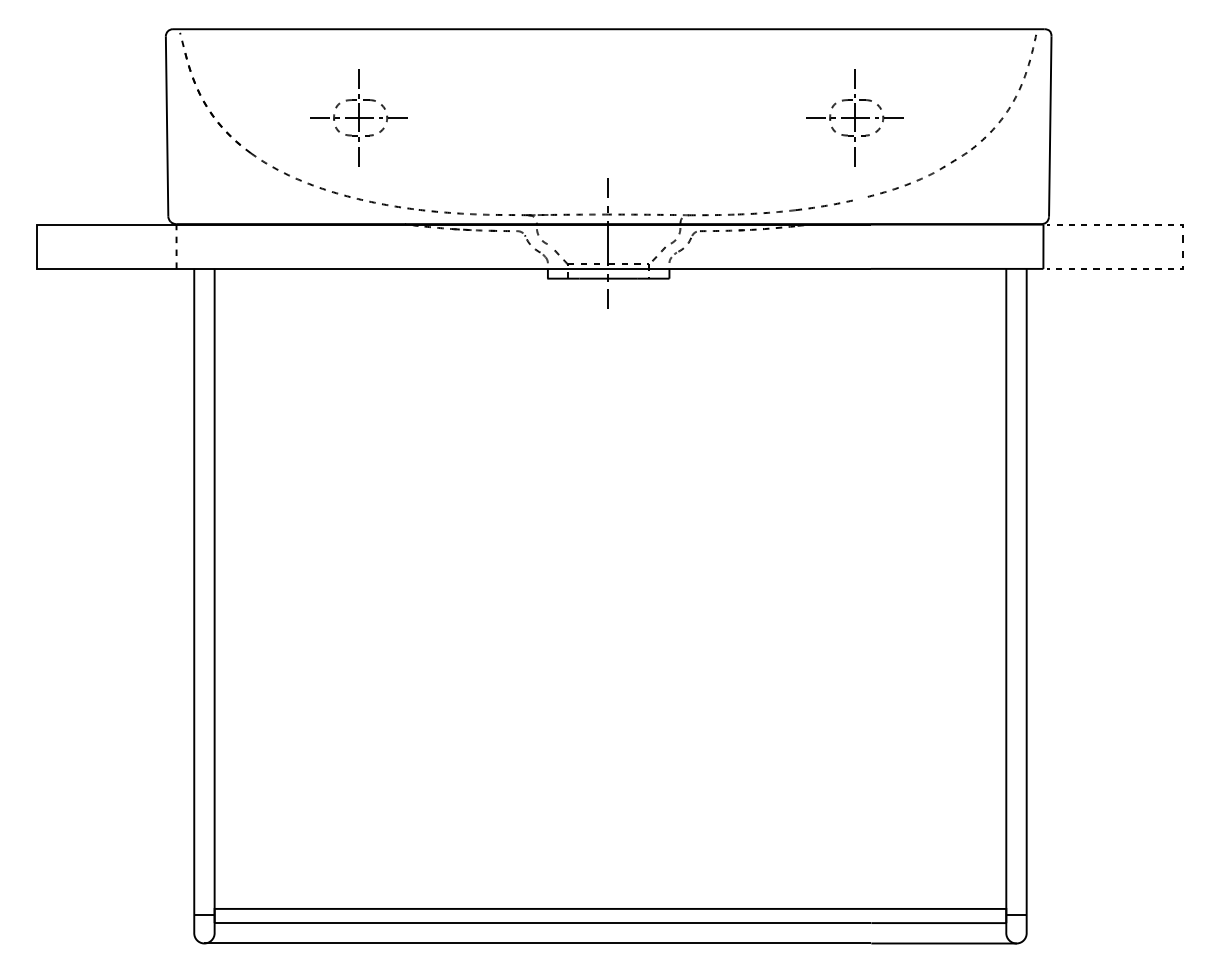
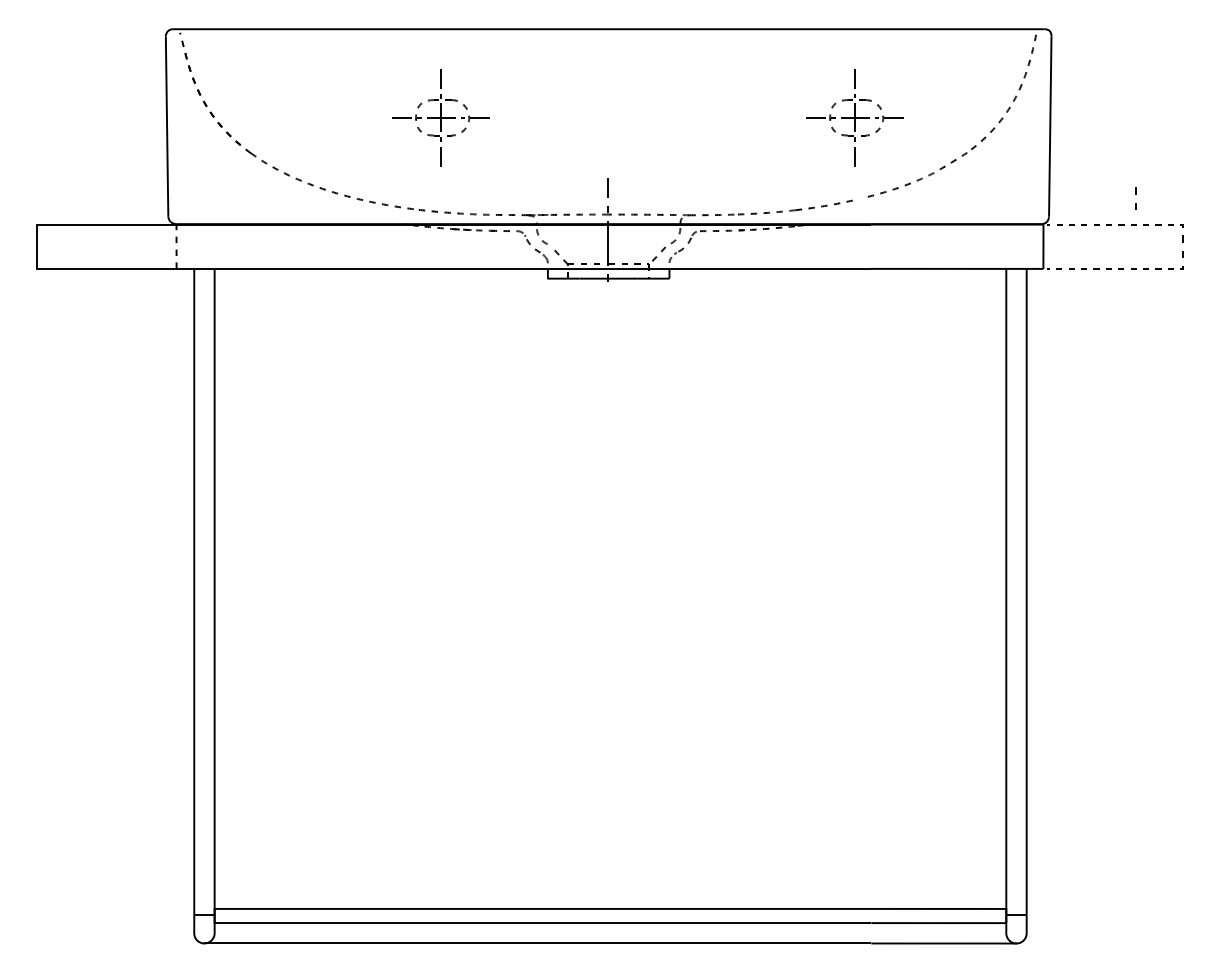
part at (358, 117) position: (358, 117) -> (440, 117)
line at (1135, 194): none -> present
line at (607, 298): present -> none
